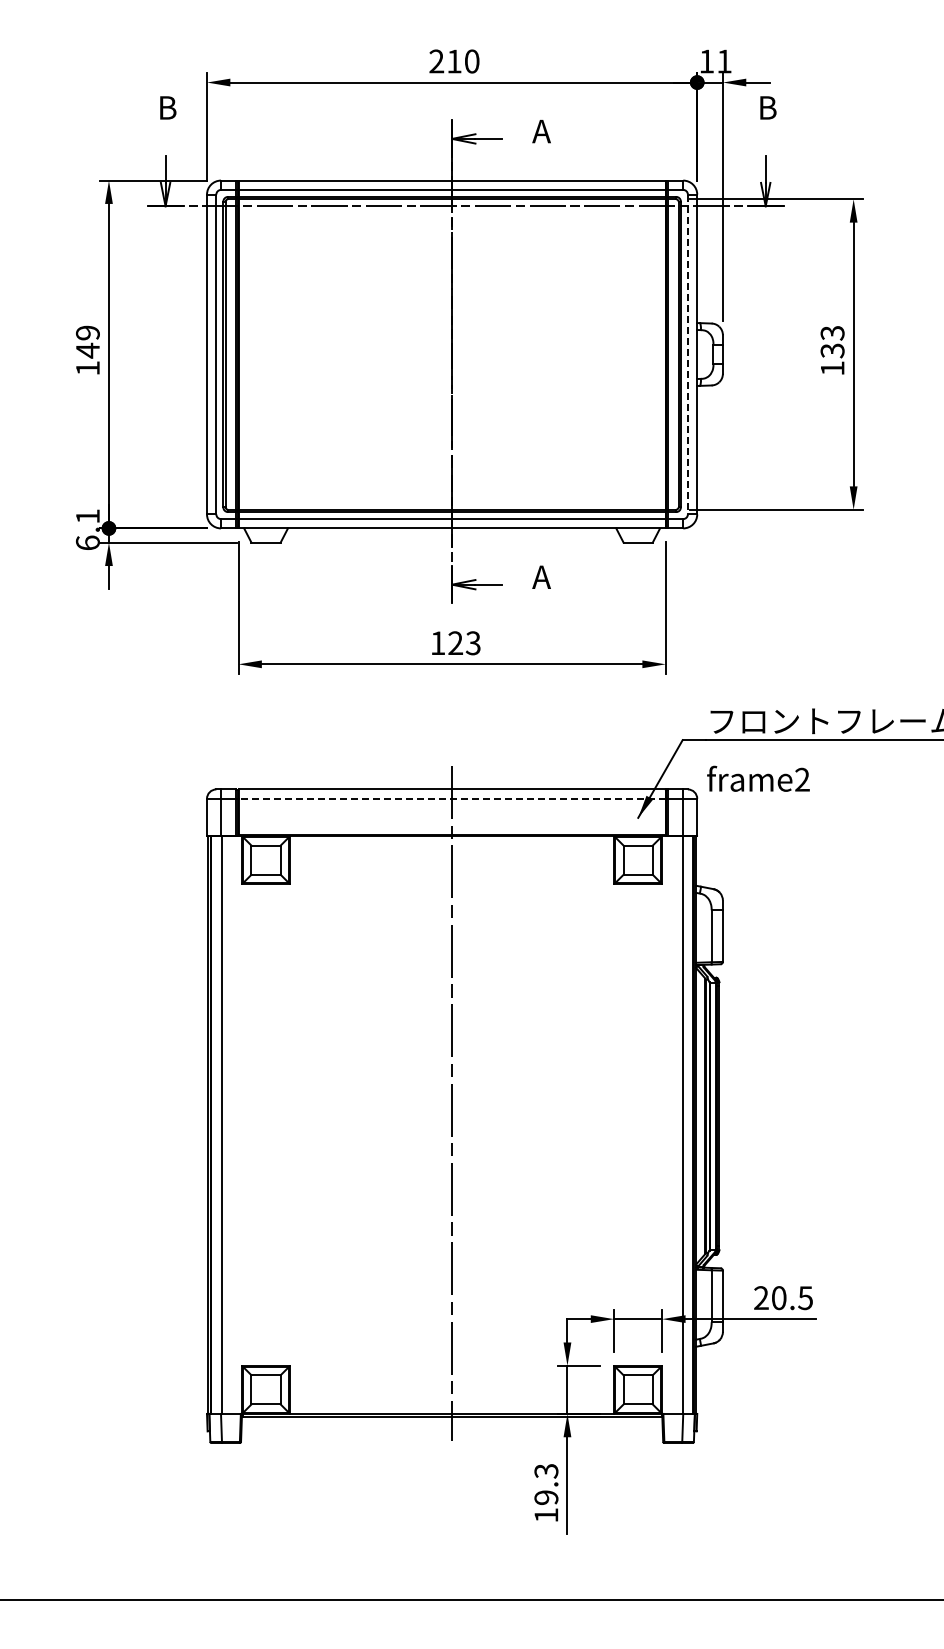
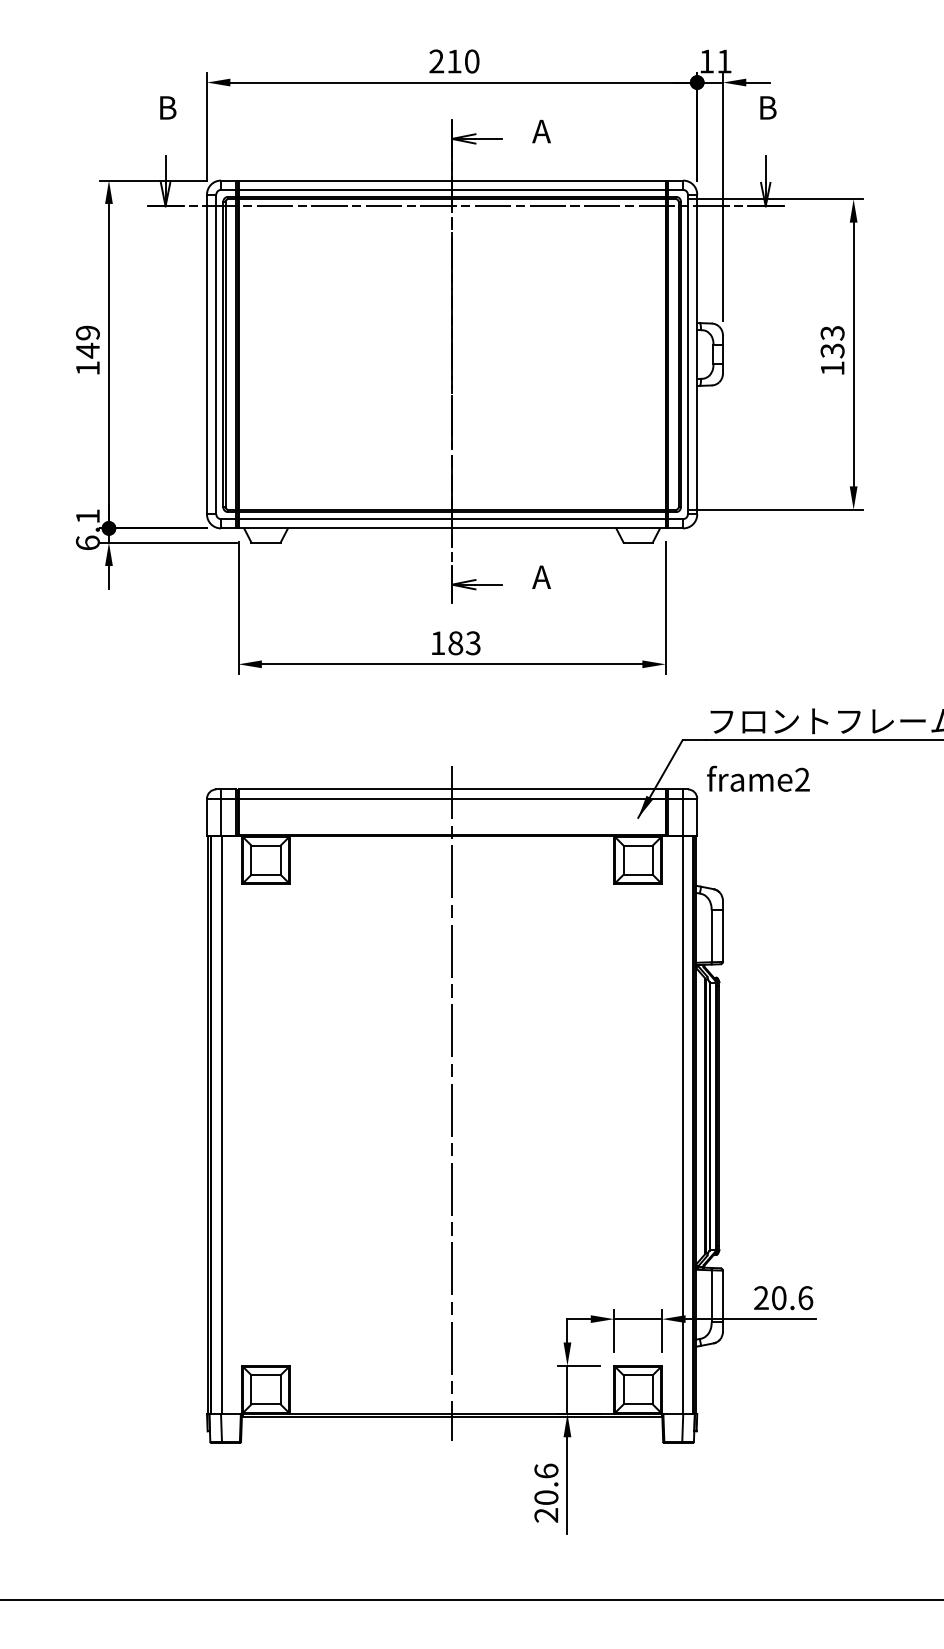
line at (687, 354): dashed -> solid
text at (455, 643): 123 -> 183
line at (452, 798): dashed -> solid
text at (805, 1298): 20.5 -> 20.6
text at (546, 1492): 19.3 -> 20.6
